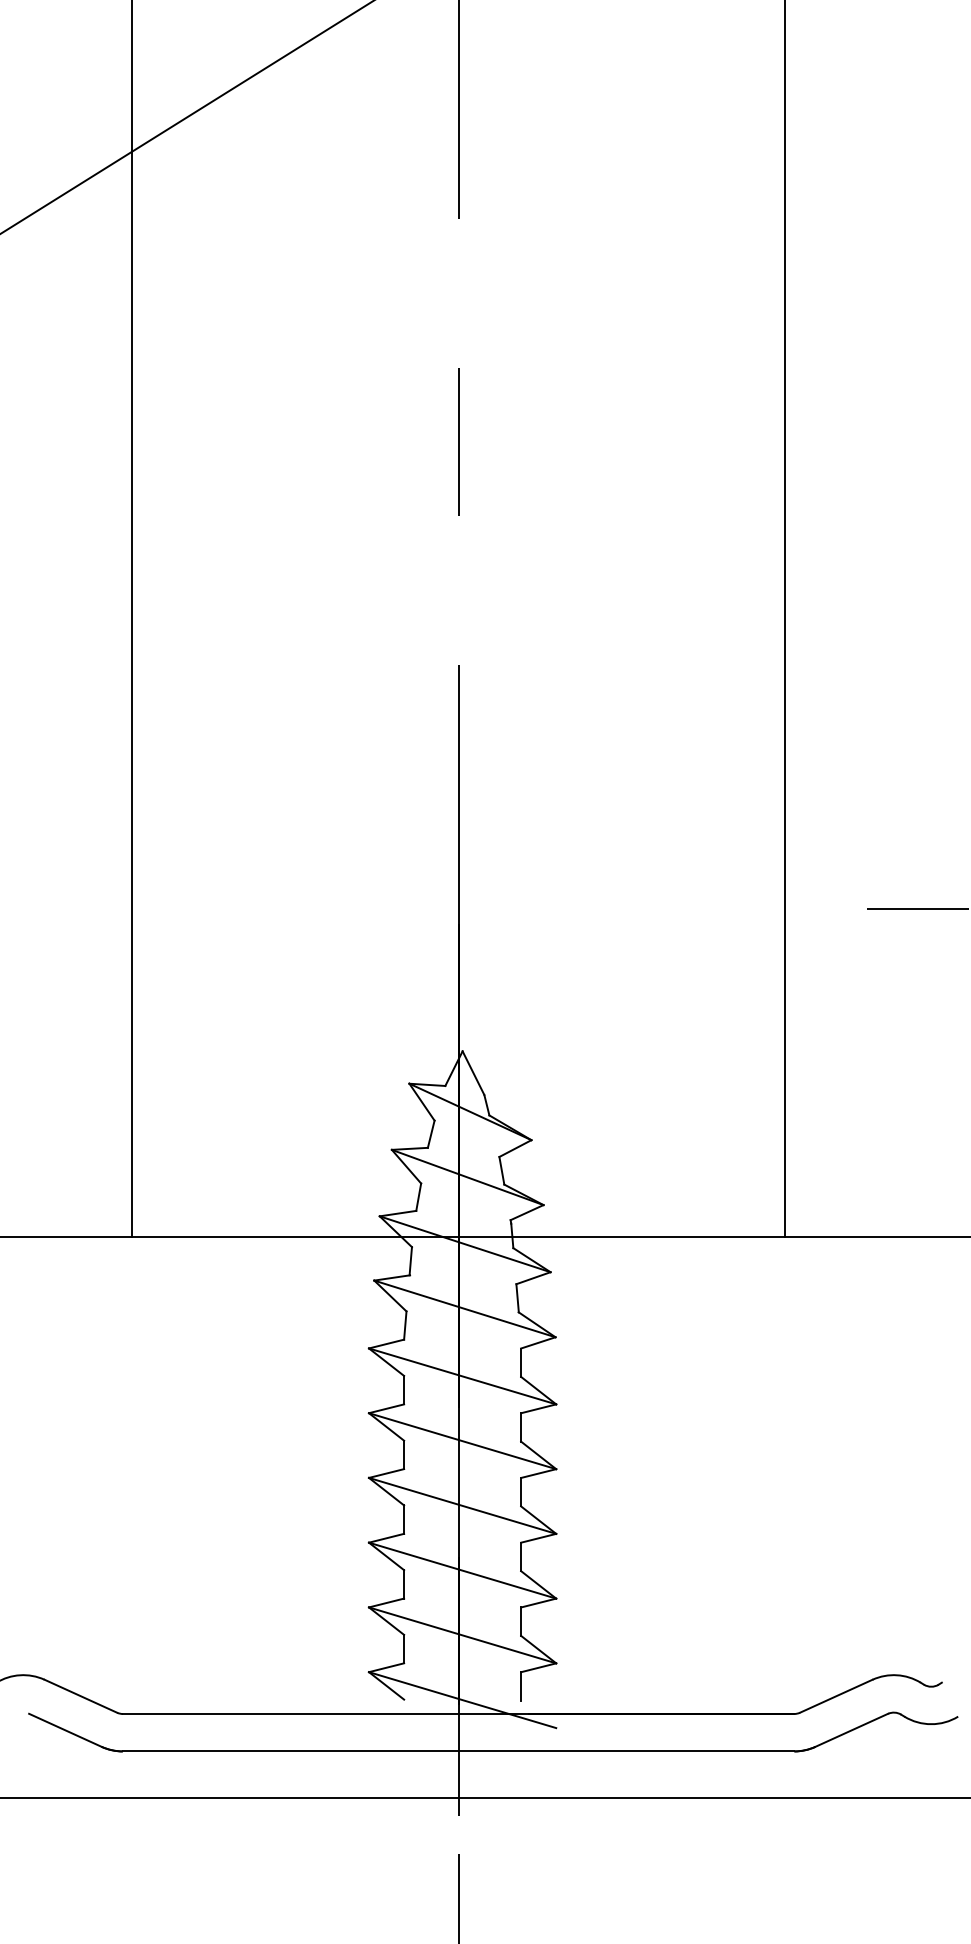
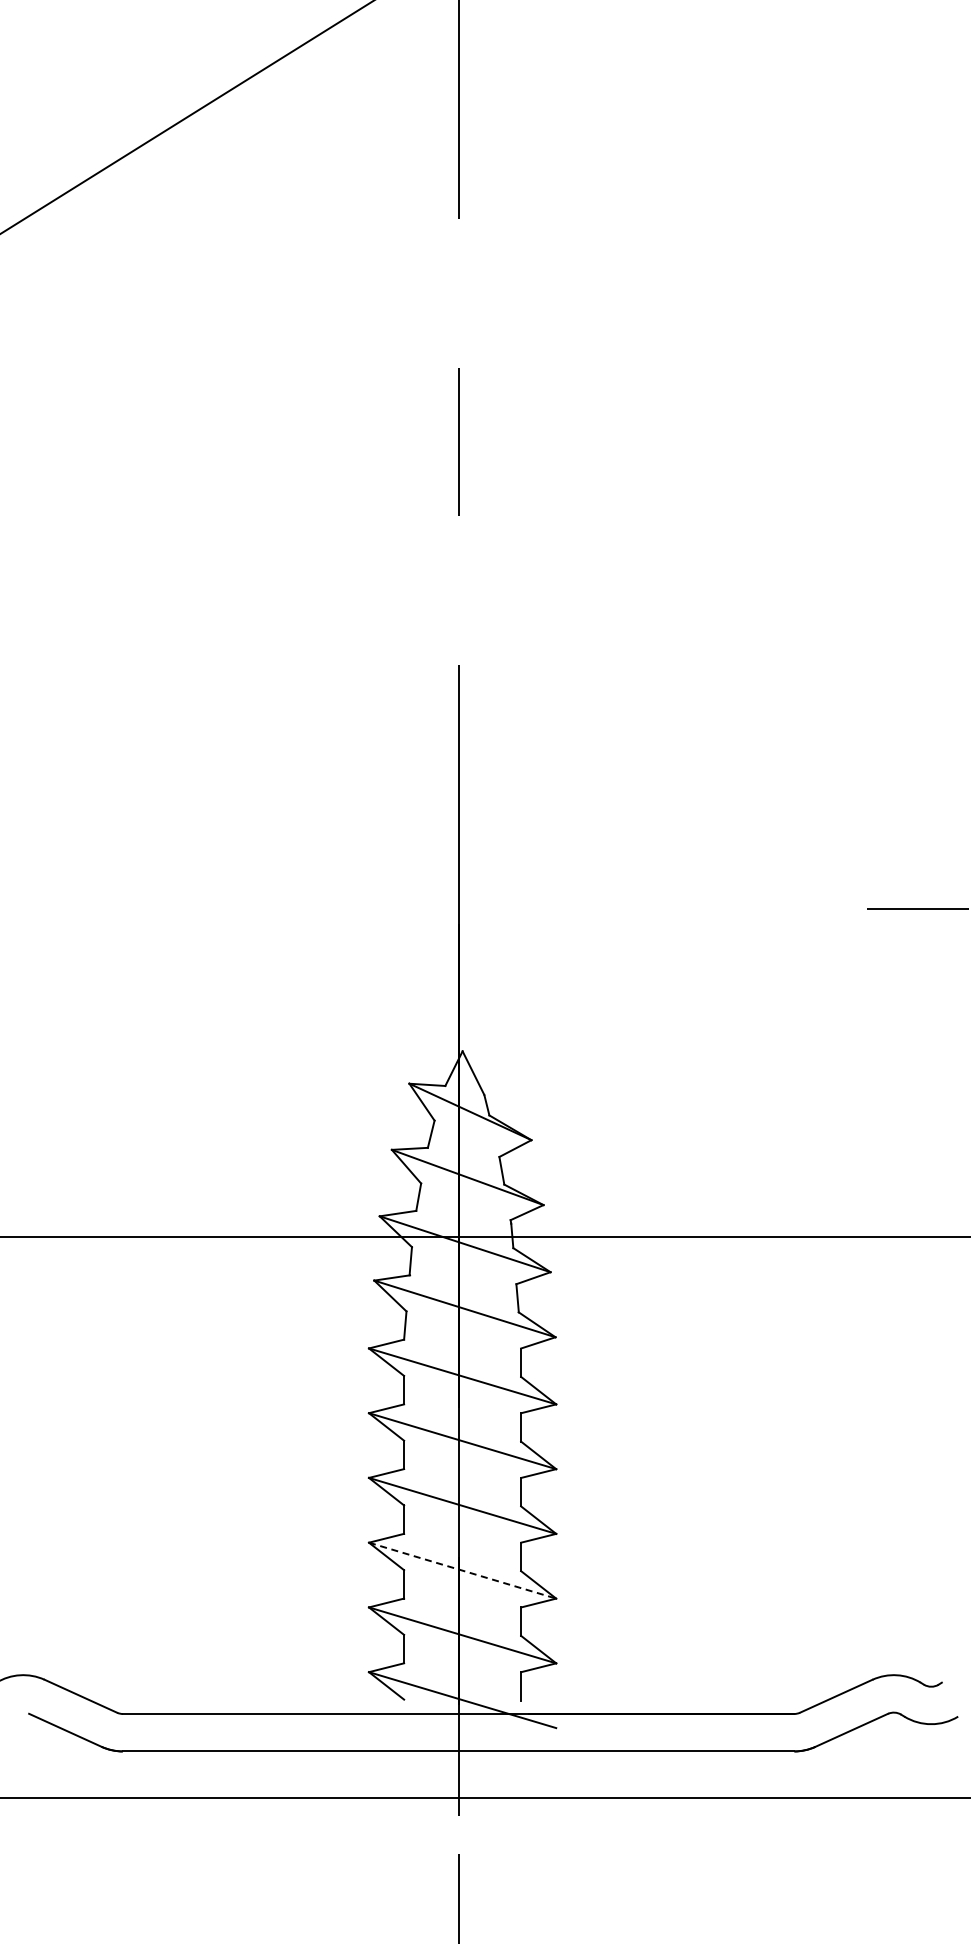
line at (132, 619): present -> none
line at (785, 619): present -> none
line at (462, 1570): solid -> dashed
